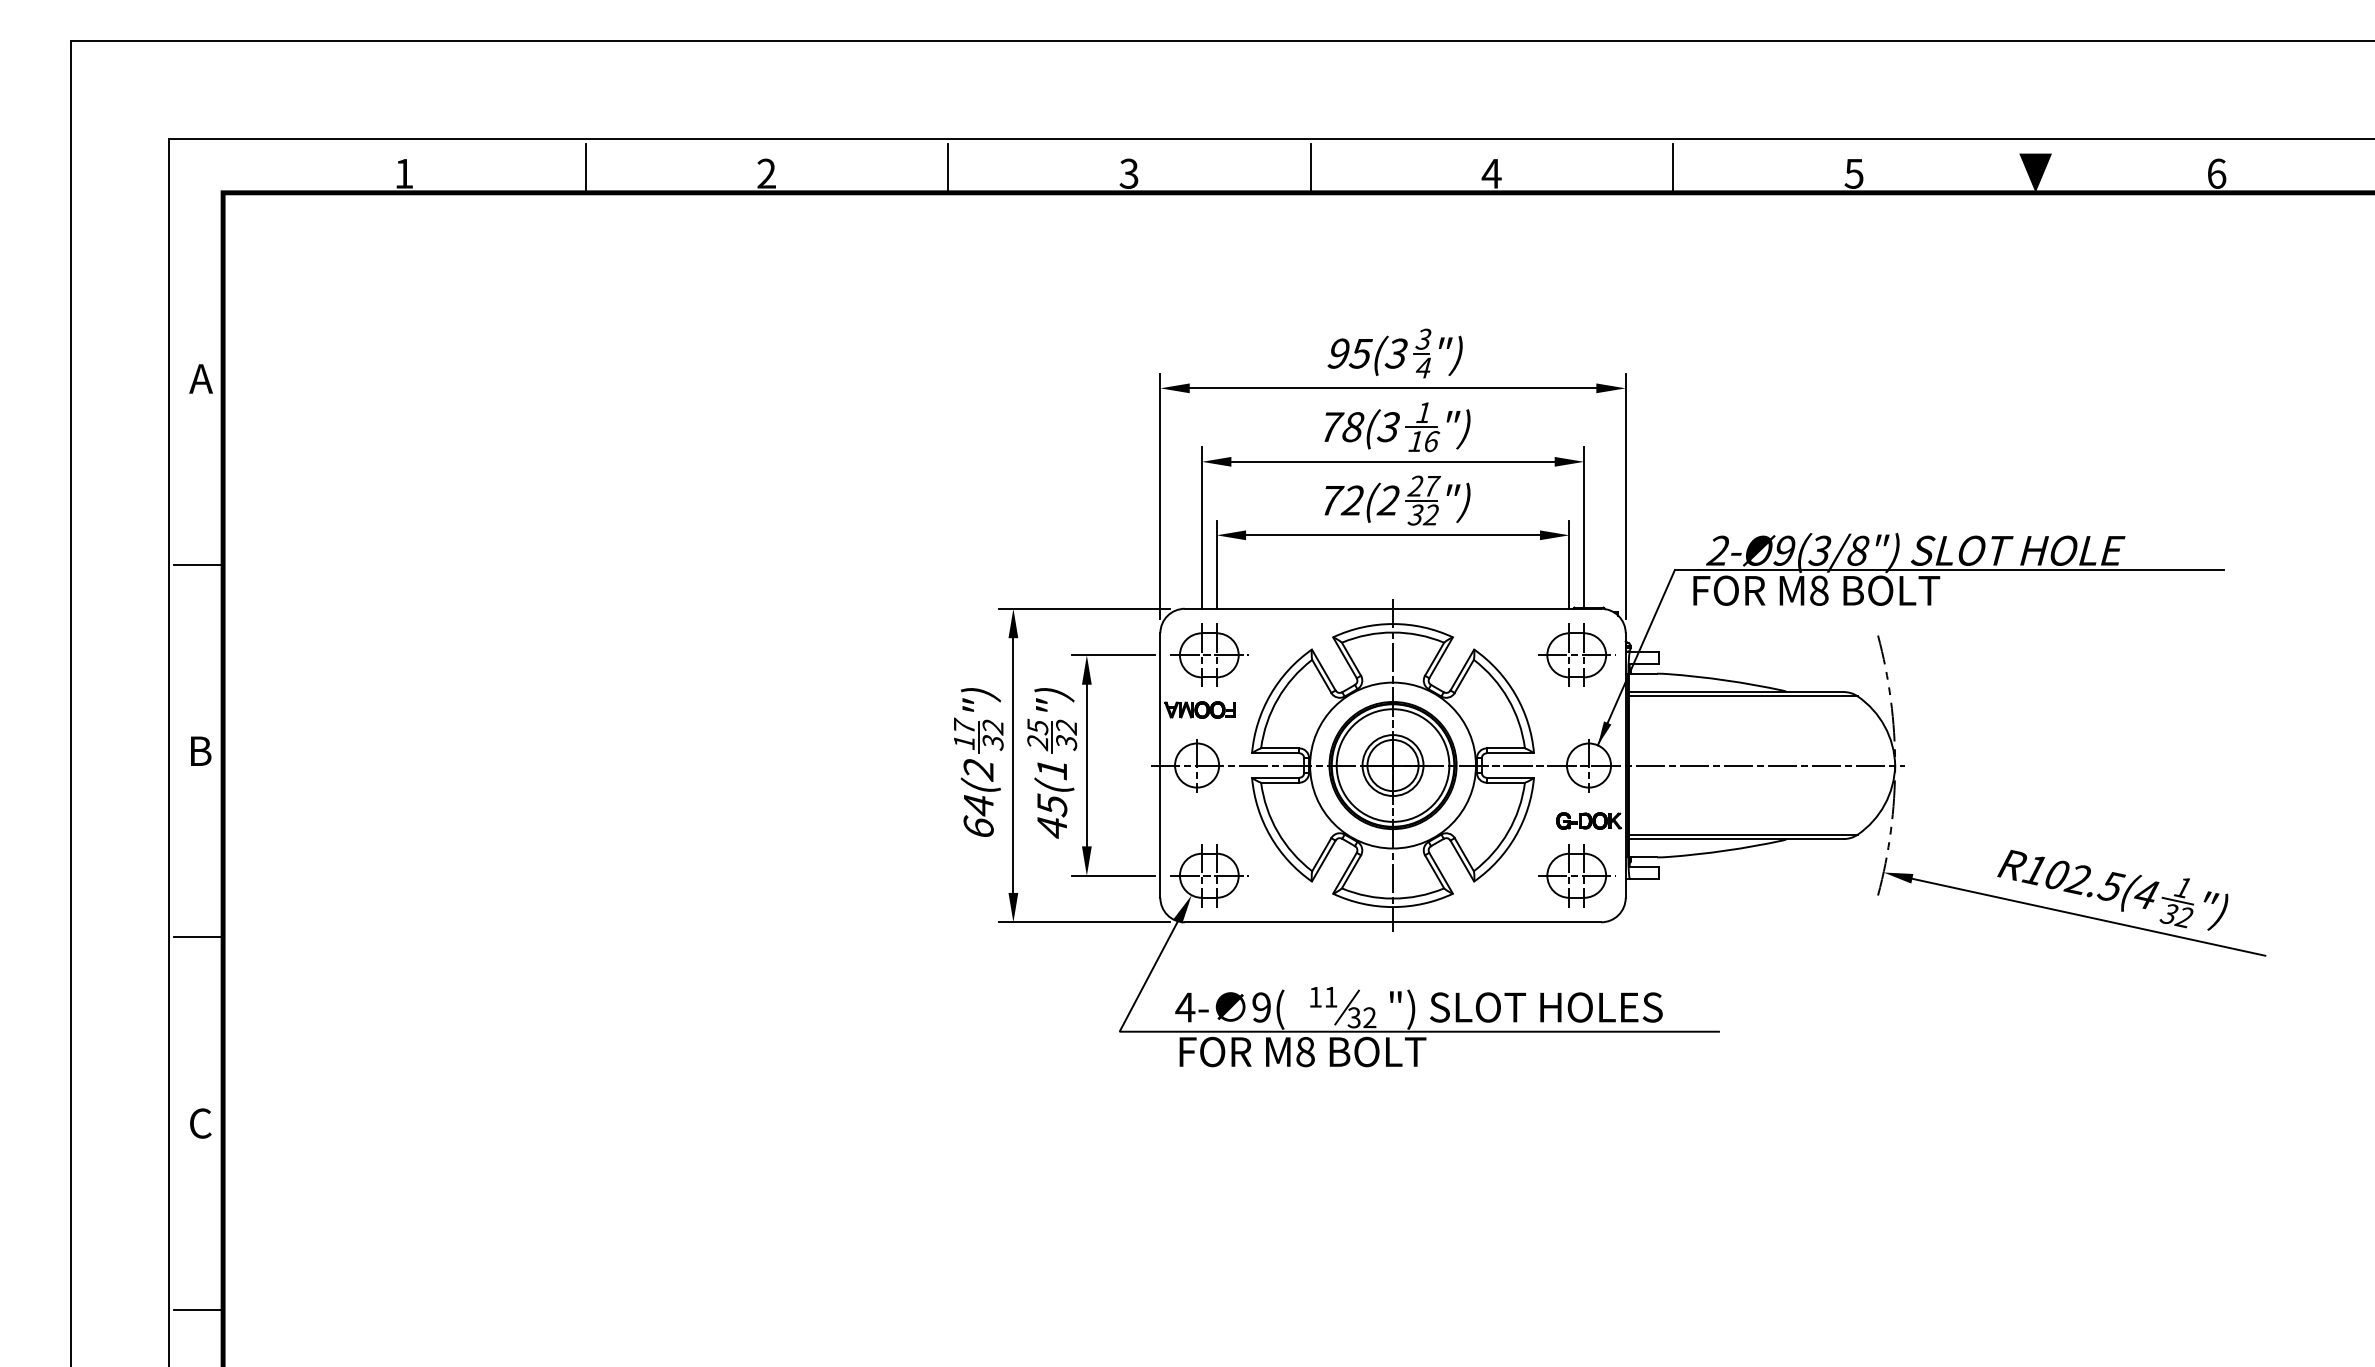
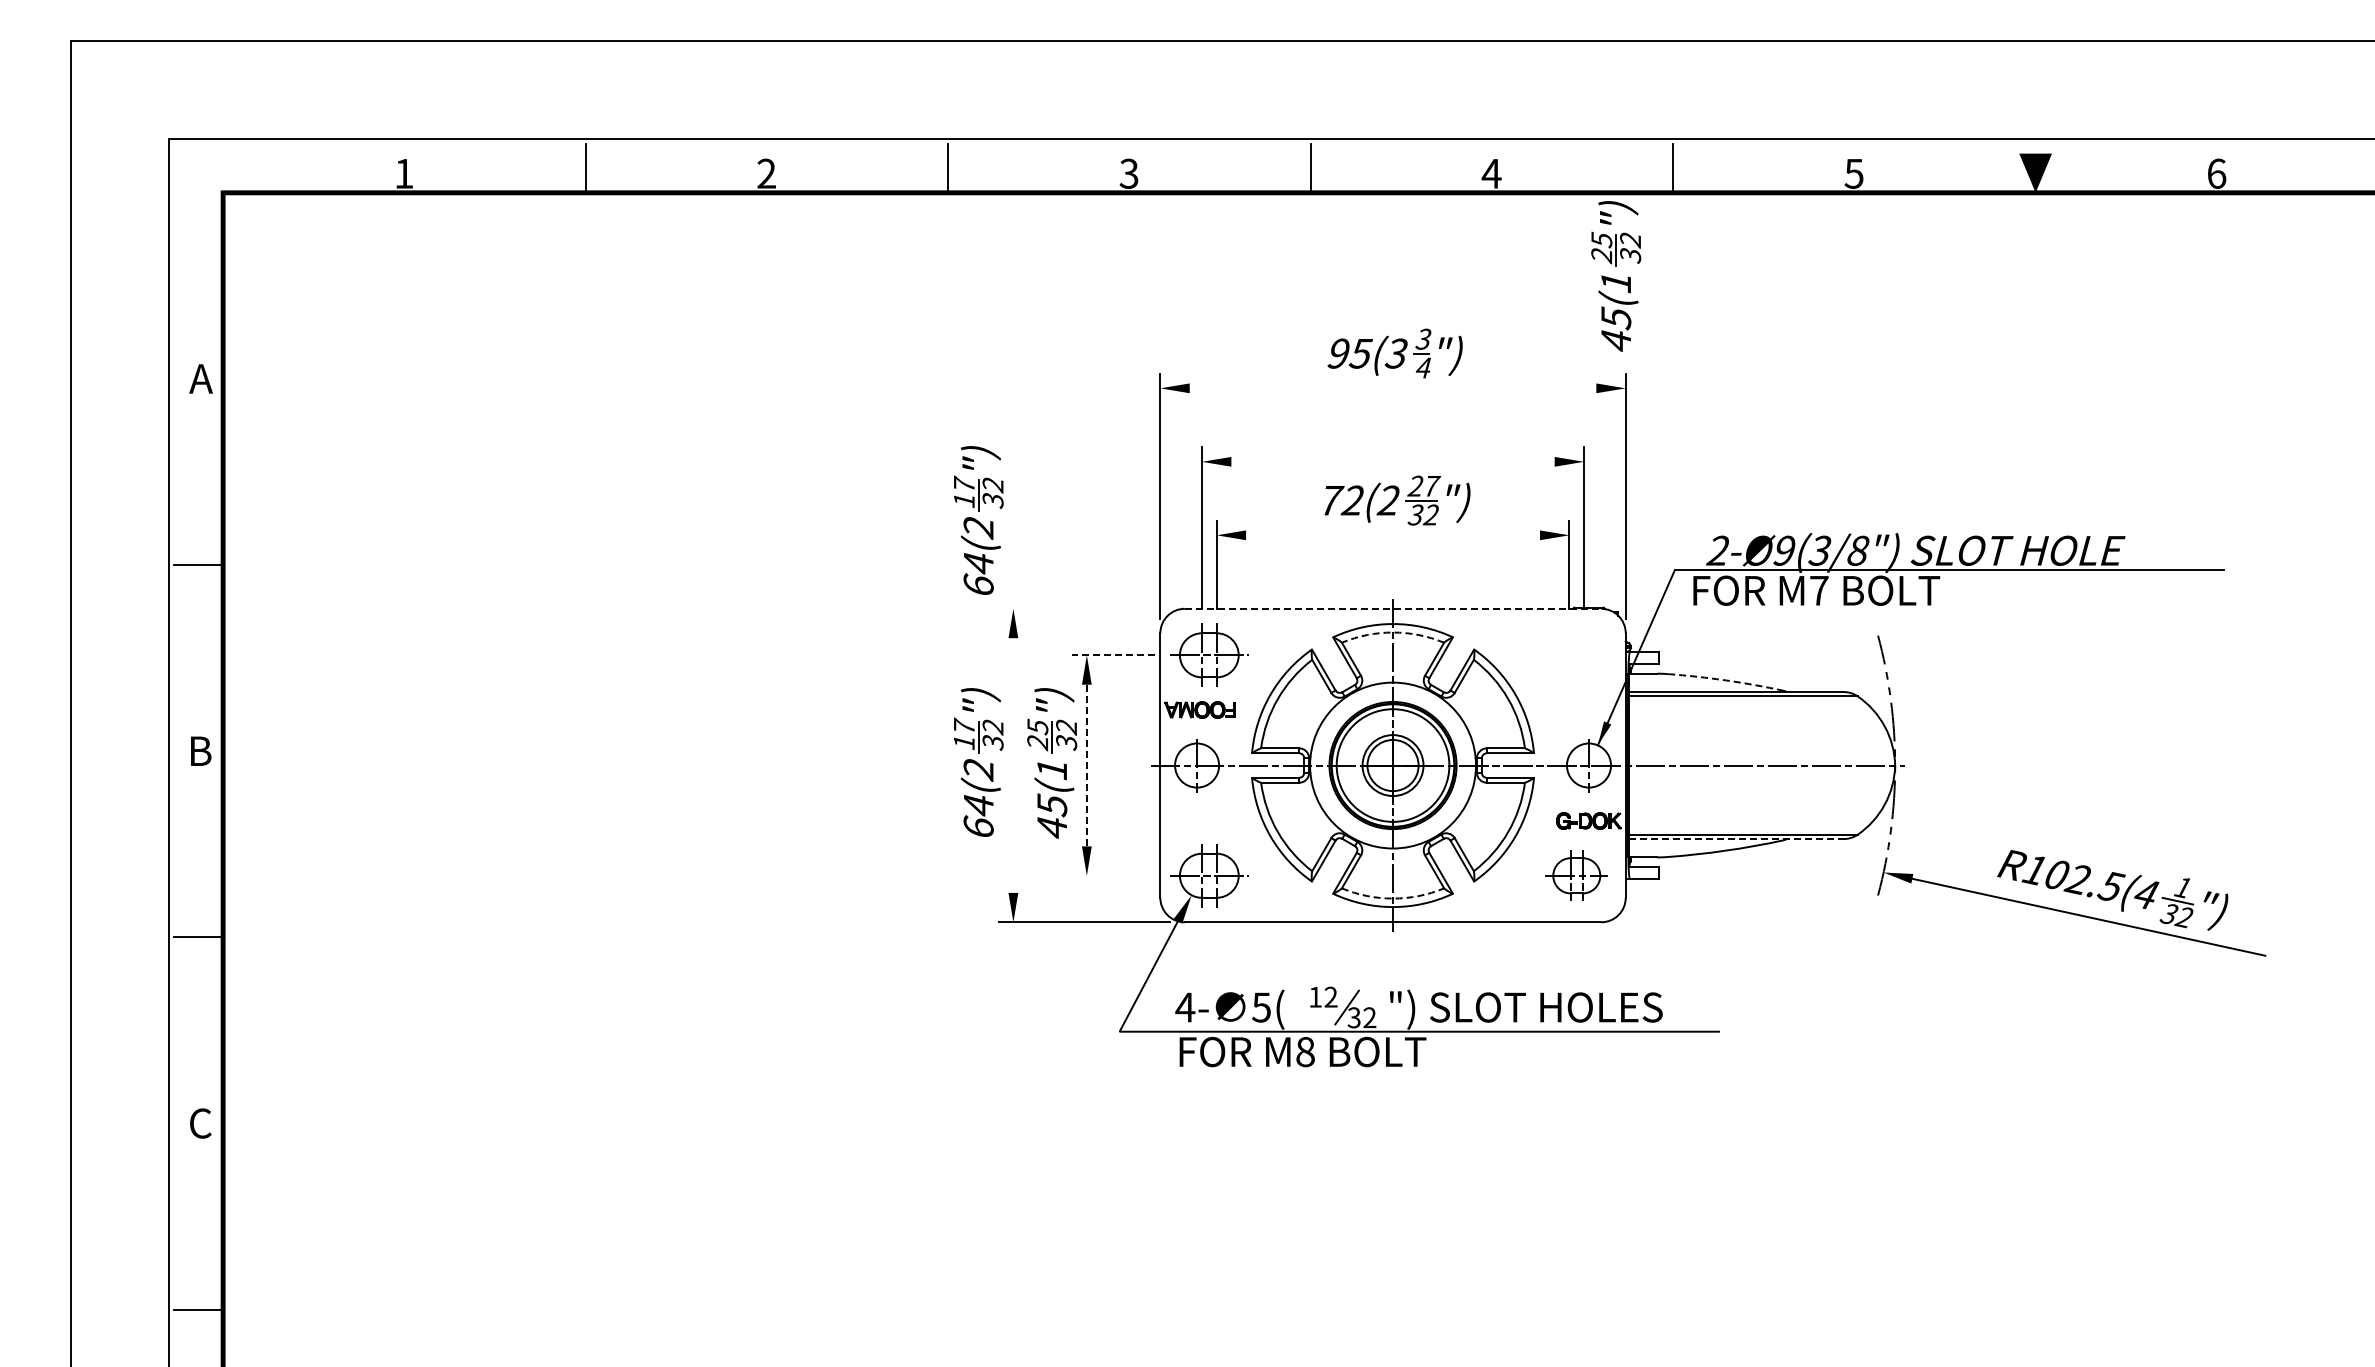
part at (1616, 276): none -> present
line at (1392, 388): present -> none
part at (1397, 427): present -> none
line at (1392, 461): present -> none
part at (978, 520): none -> present
line at (1393, 535): present -> none
text at (1819, 590): M8 -> M7
line at (1084, 608): present -> none
line at (1393, 608): solid -> dashed
arc at (1393, 632): solid -> dashed
part at (1576, 654): present -> none
line at (1113, 655): solid -> dashed
arc at (1726, 680): solid -> dashed
line at (1013, 765): present -> none
line at (1086, 765): solid -> dashed
line at (1737, 839): solid -> dashed
line at (1113, 875): present -> none
part at (1576, 875) size: 78x64 px -> 63x51 px
arc at (1393, 898): solid -> dashed
text at (1330, 996): 11 -> 12
text at (1261, 1007): 9( -> 5(
